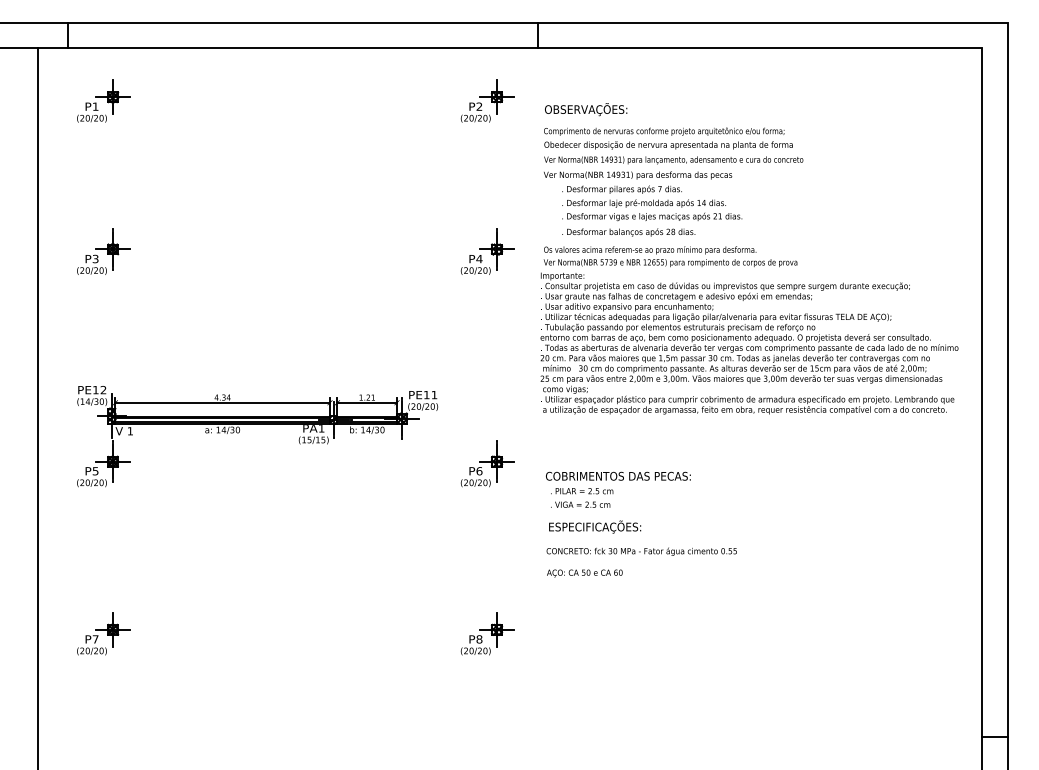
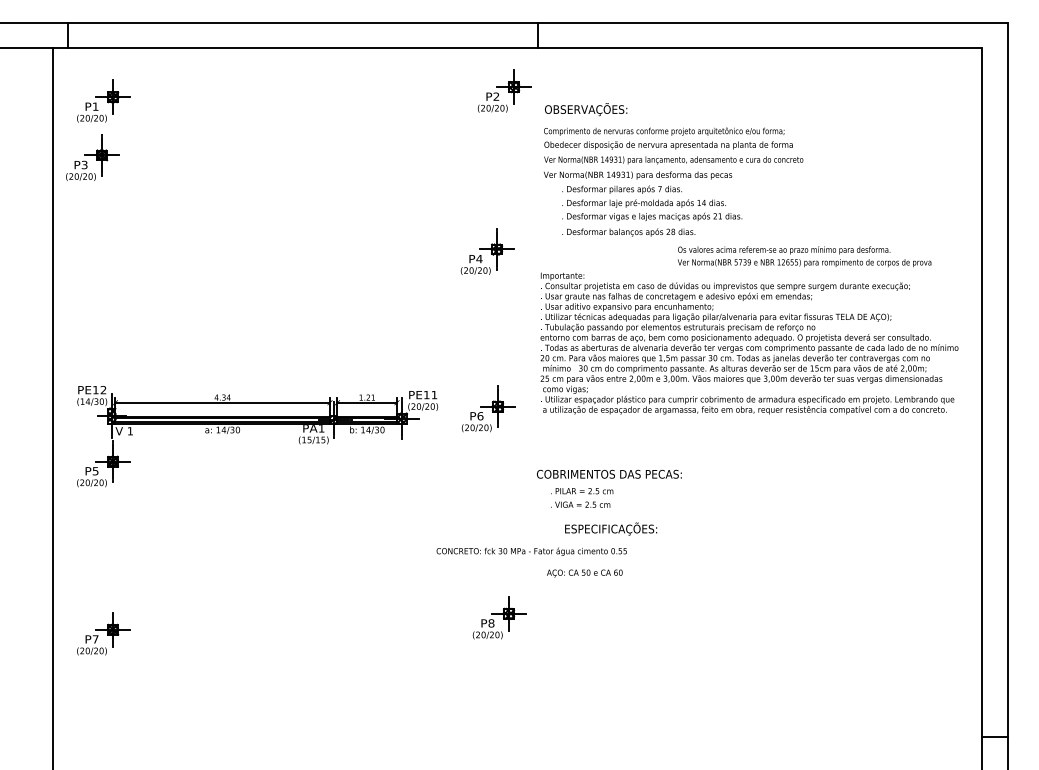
part at (487, 100) position: (487, 100) -> (504, 90)
part at (103, 251) position: (103, 251) -> (92, 157)
text at (670, 256) position: (670, 256) -> (804, 256)
line at (37, 407) position: (37, 407) -> (52, 407)
part at (487, 463) position: (487, 463) -> (488, 408)
text at (618, 475) position: (618, 475) -> (609, 473)
text at (595, 526) position: (595, 526) -> (611, 528)
text at (641, 551) position: (641, 551) -> (531, 551)
part at (487, 633) position: (487, 633) -> (499, 617)
